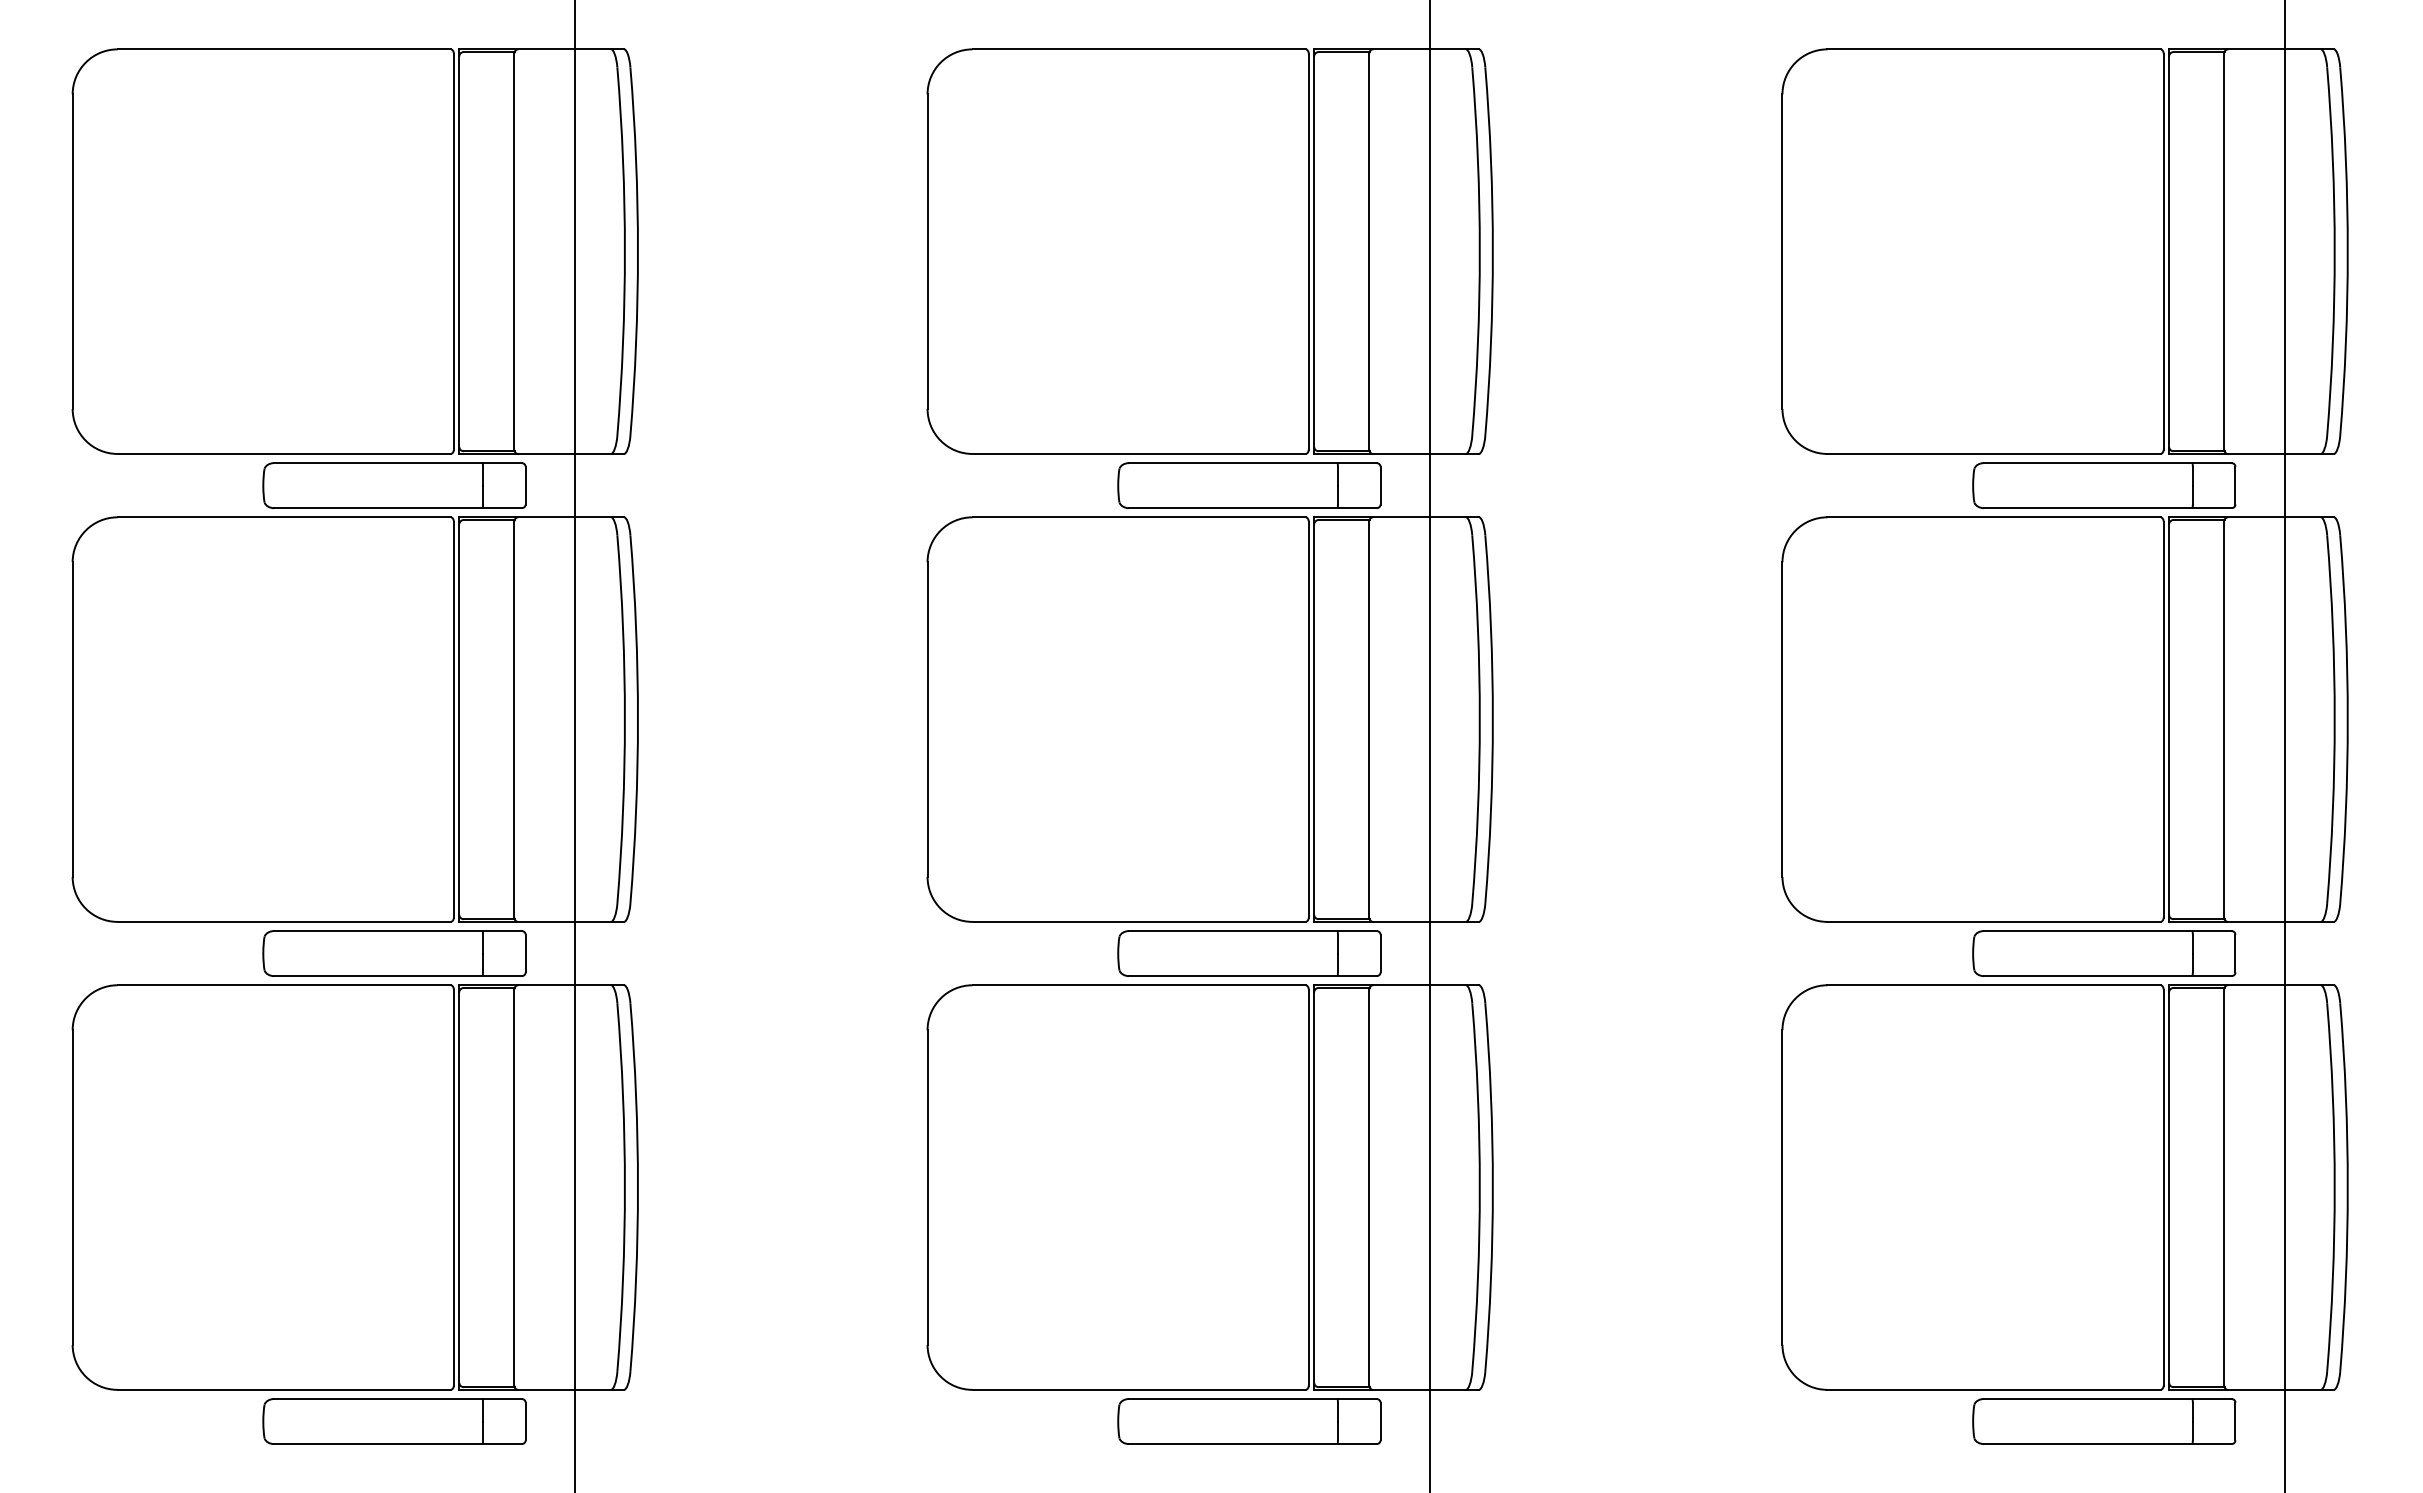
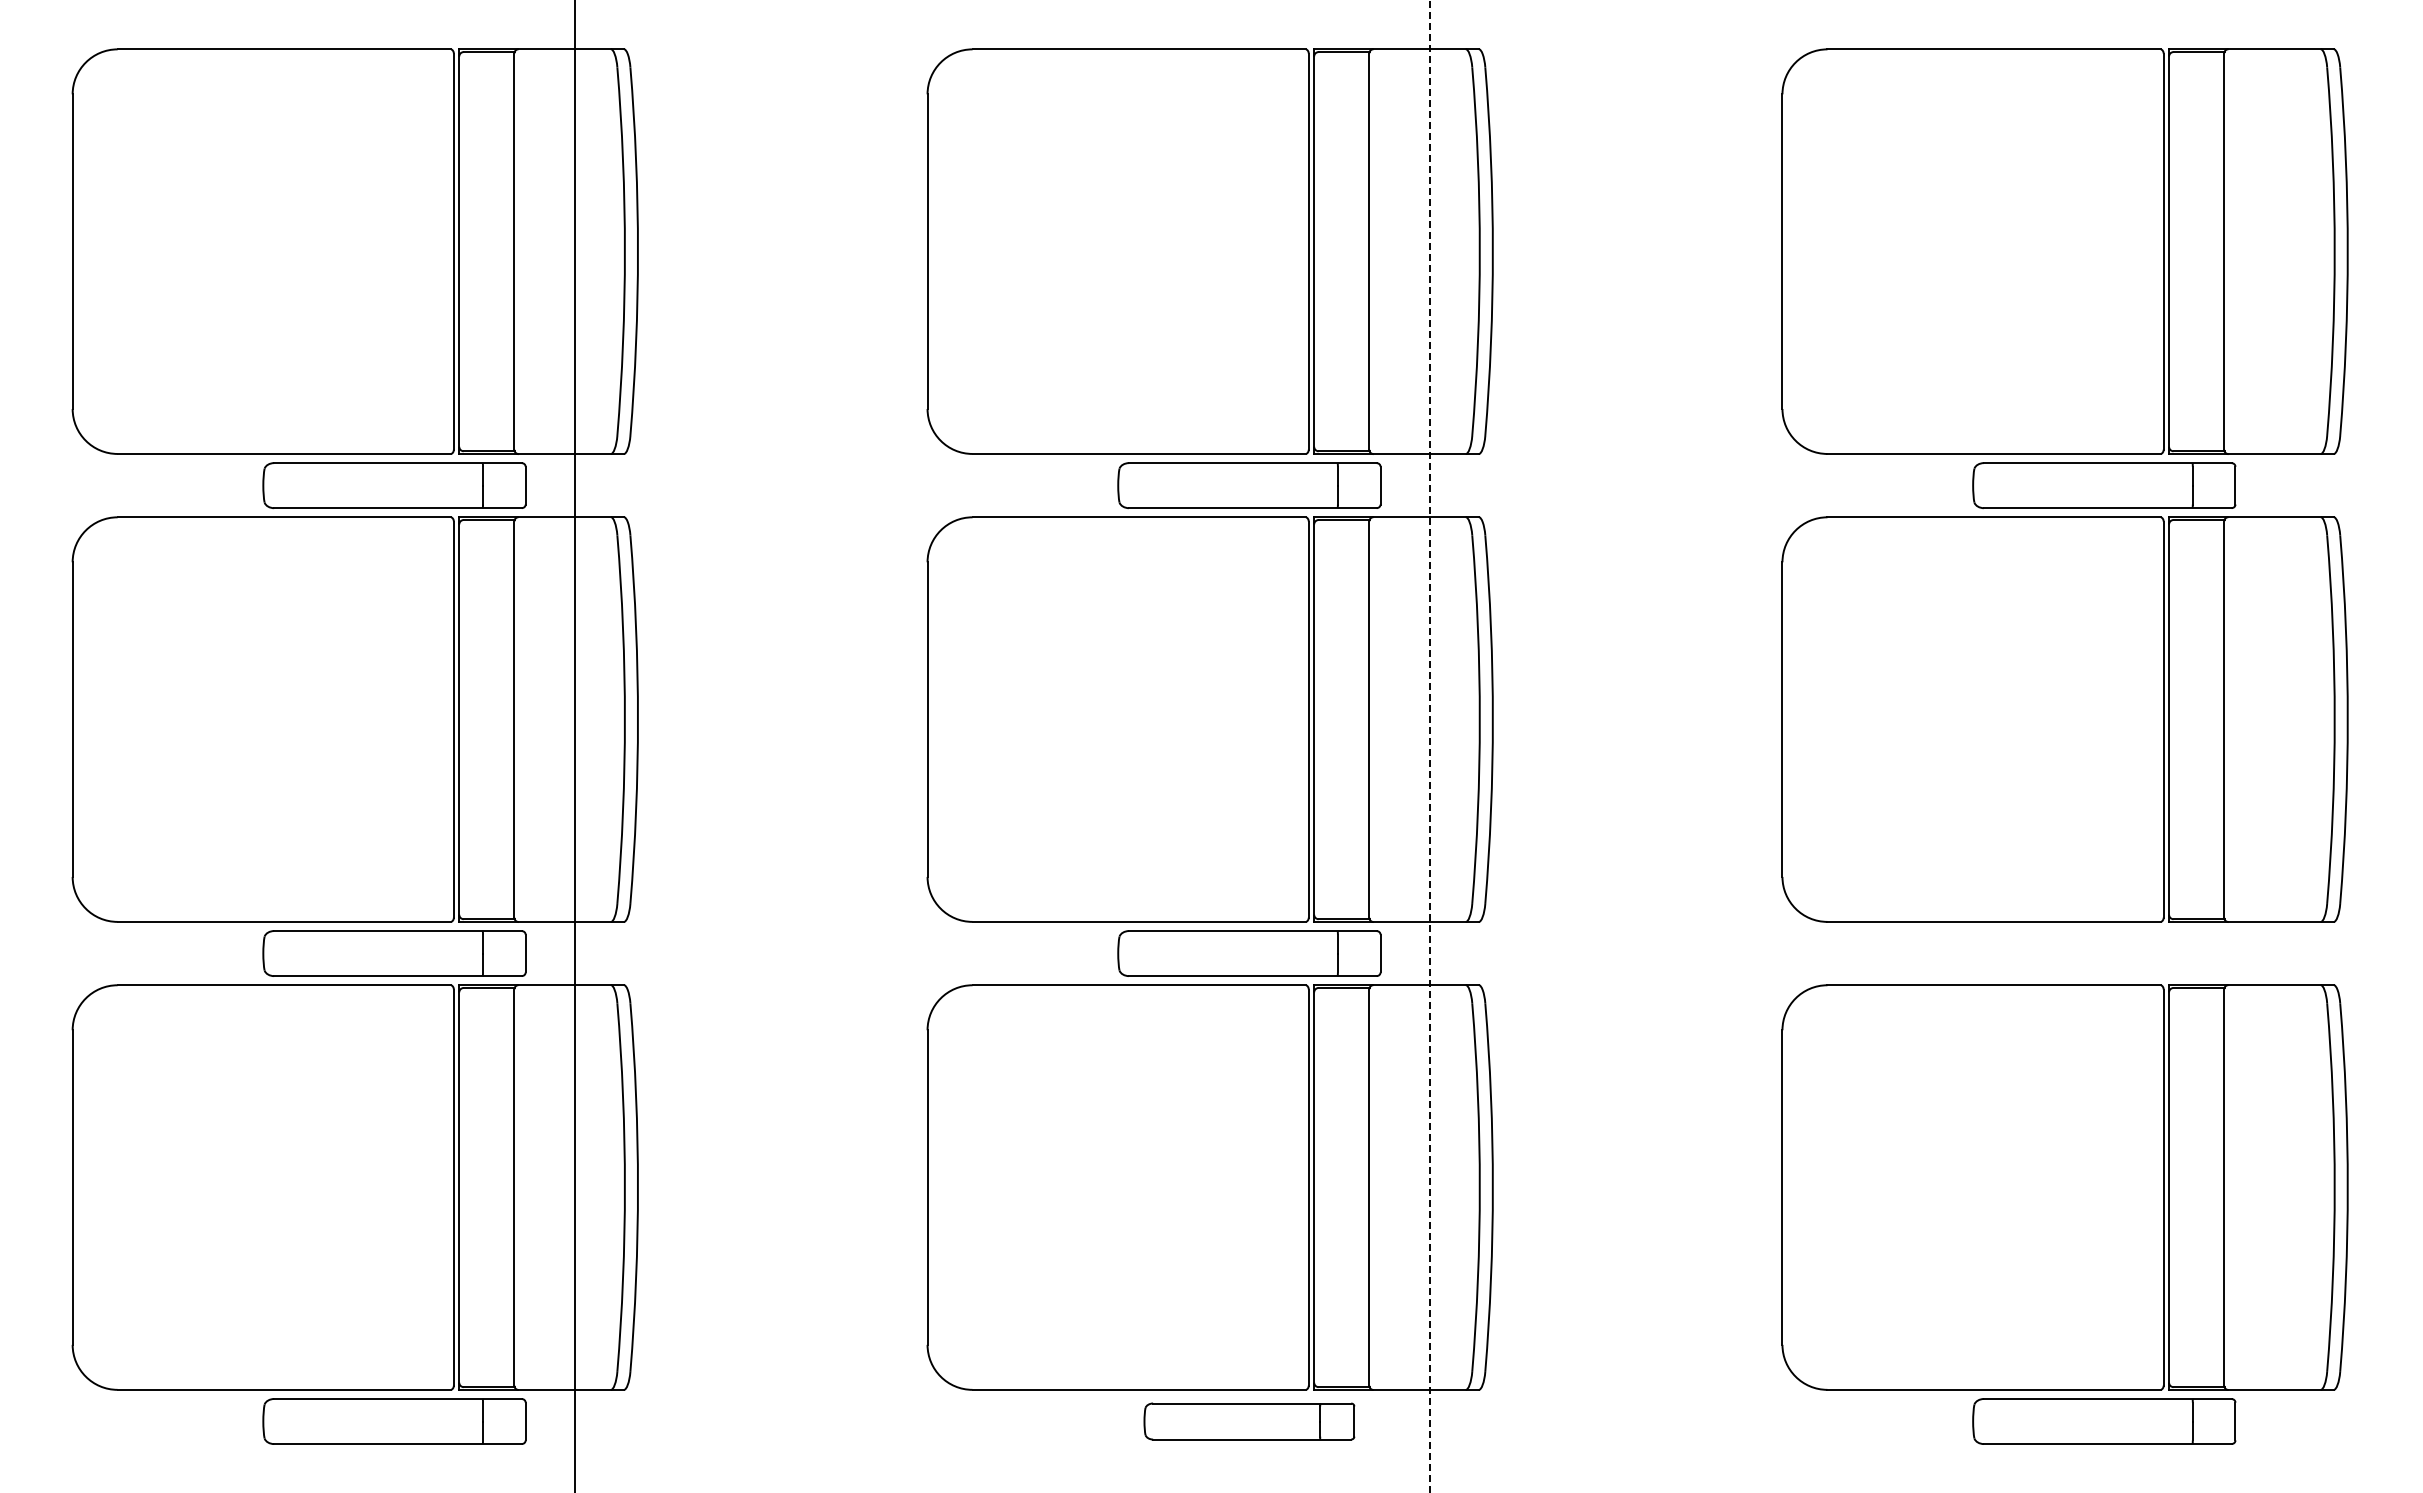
line at (2284, 745): present -> none
line at (1429, 746): solid -> dashed
part at (2104, 953): present -> none
part at (1249, 1421) size: 265x47 px -> 213x39 px
